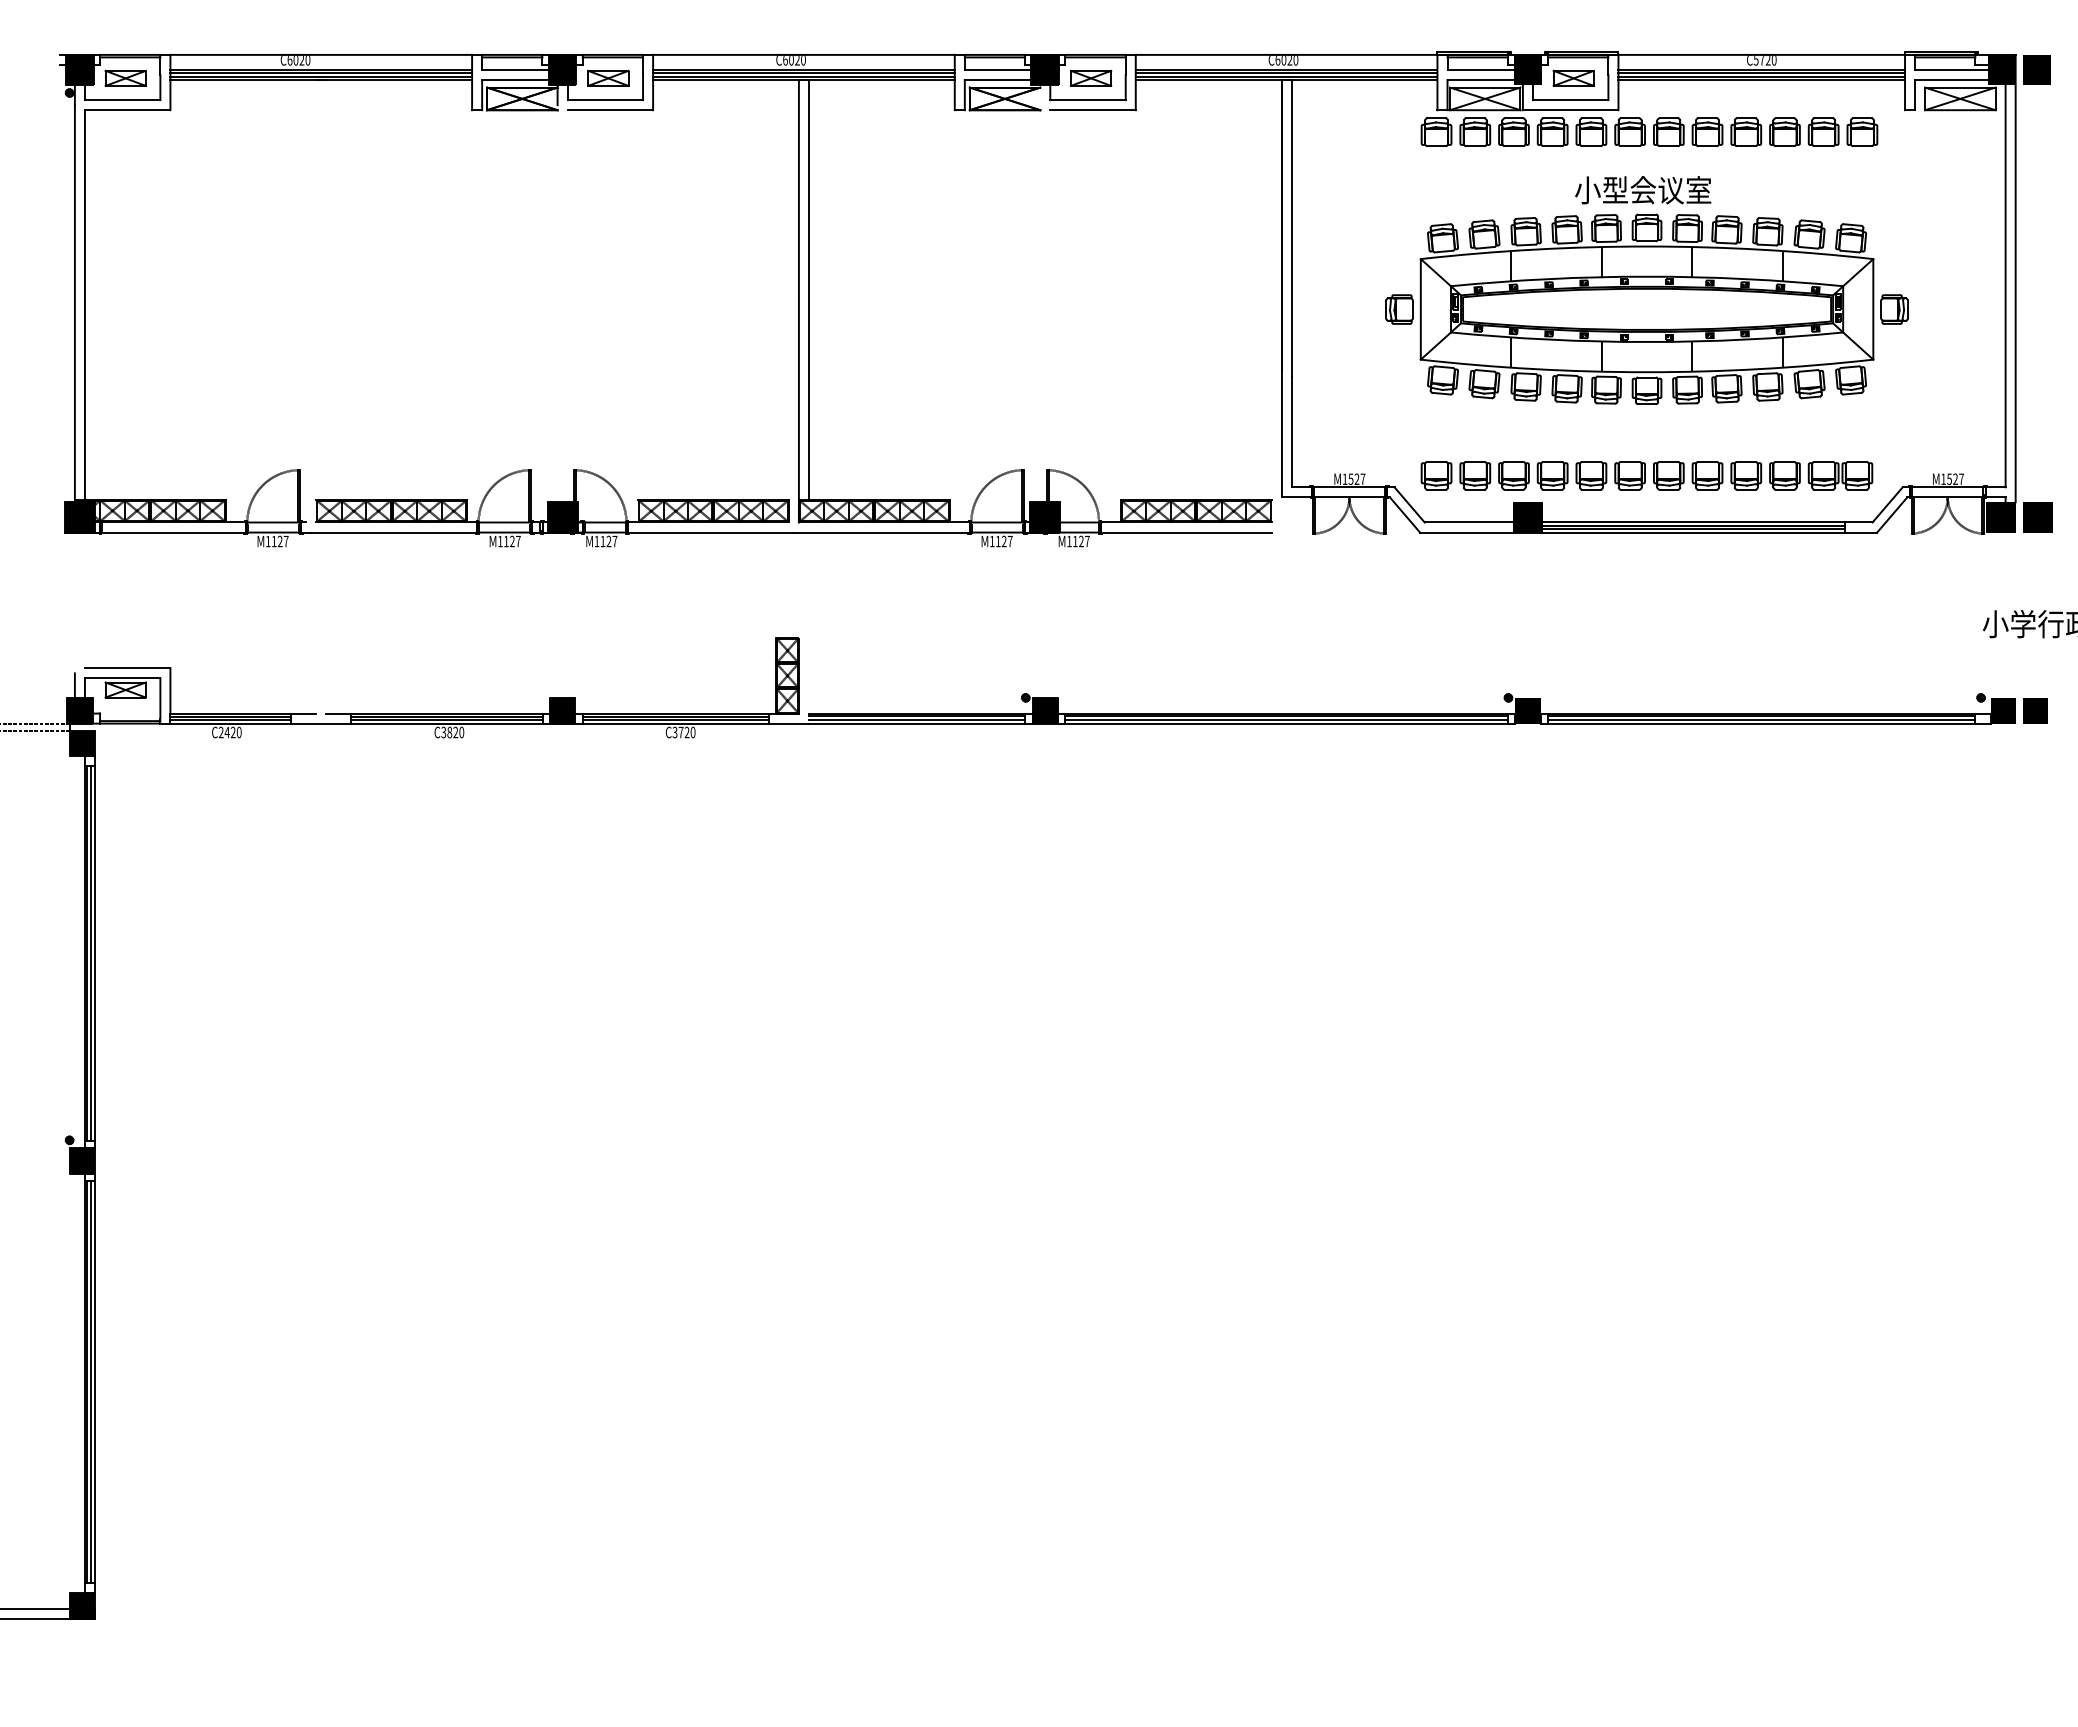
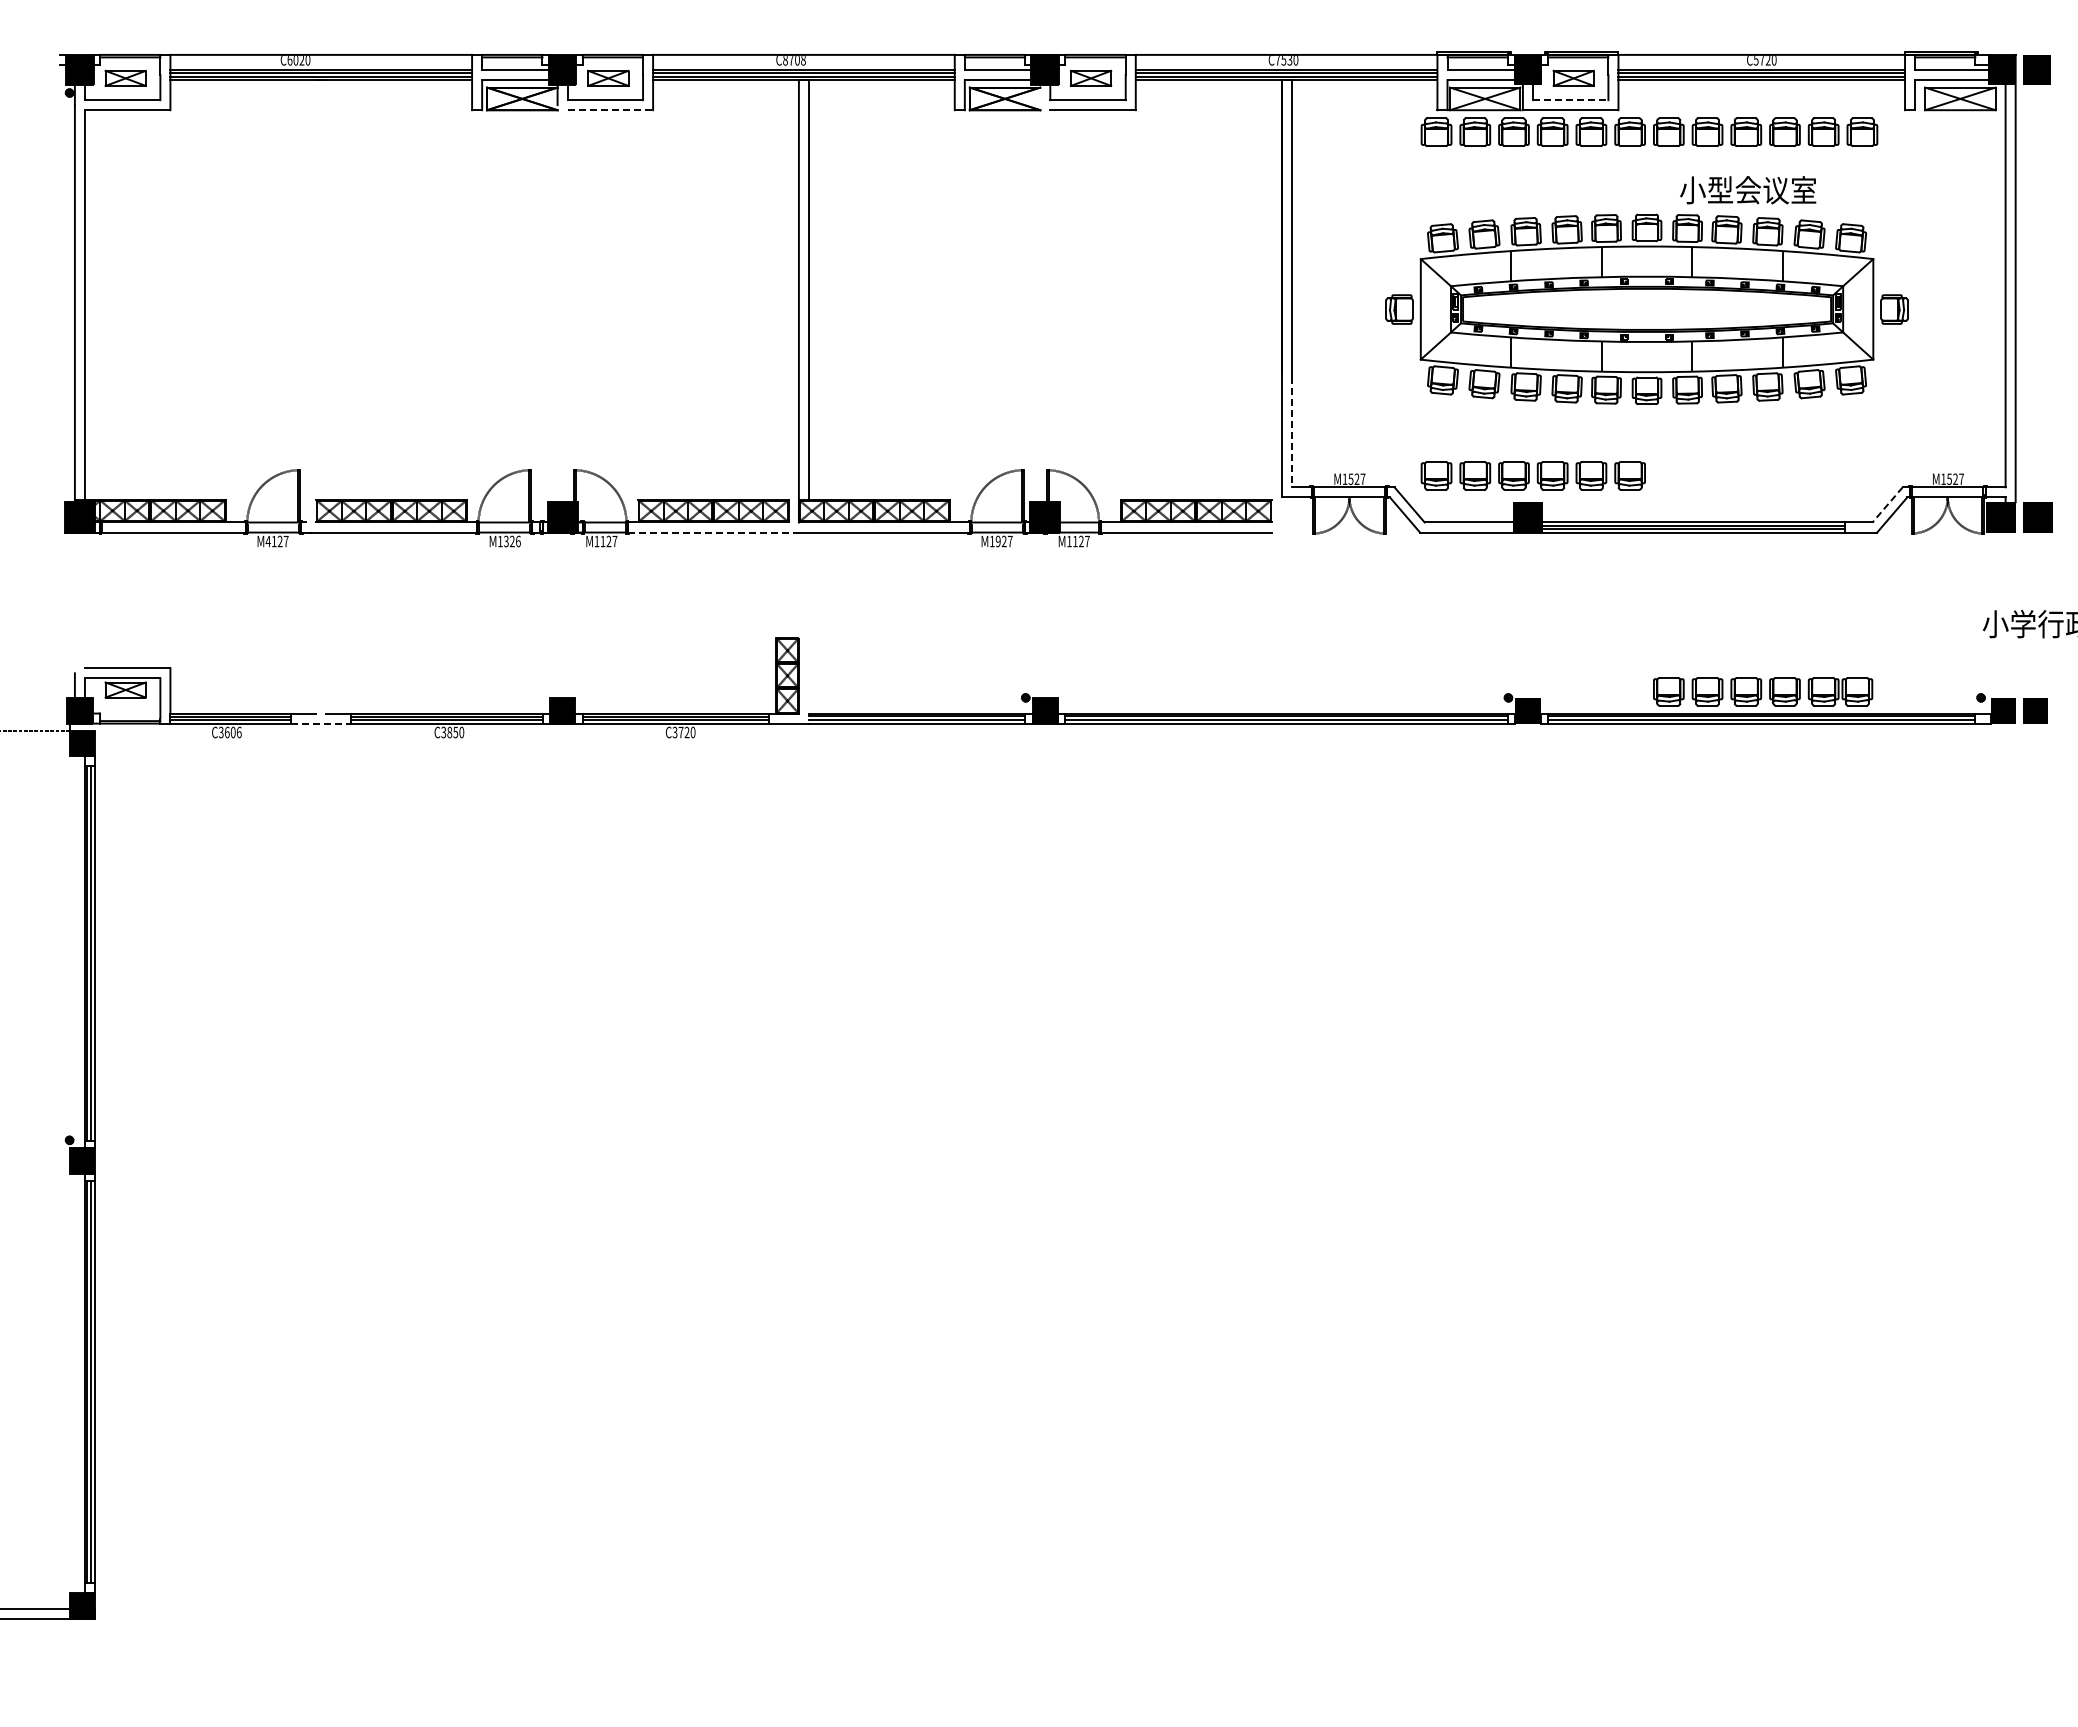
text at (794, 60): C6020 -> C8708
text at (1283, 60): C6020 -> C7530
line at (1570, 100): solid -> dashed
line at (610, 110): solid -> dashed
text at (1643, 190) position: (1643, 190) -> (1748, 190)
line at (1291, 432): solid -> dashed
part at (1763, 475) position: (1763, 475) -> (1763, 691)
line at (1887, 505): solid -> dashed
line at (710, 532): solid -> dashed
text at (267, 541): M1127 -> M4127
text at (512, 541): M1127 -> M1326
text at (997, 541): M1127 -> M1927
line at (34, 723): present -> none
line at (321, 723): solid -> dashed
text at (229, 732): C2420 -> C3606
text at (455, 732): C3820 -> C3850
